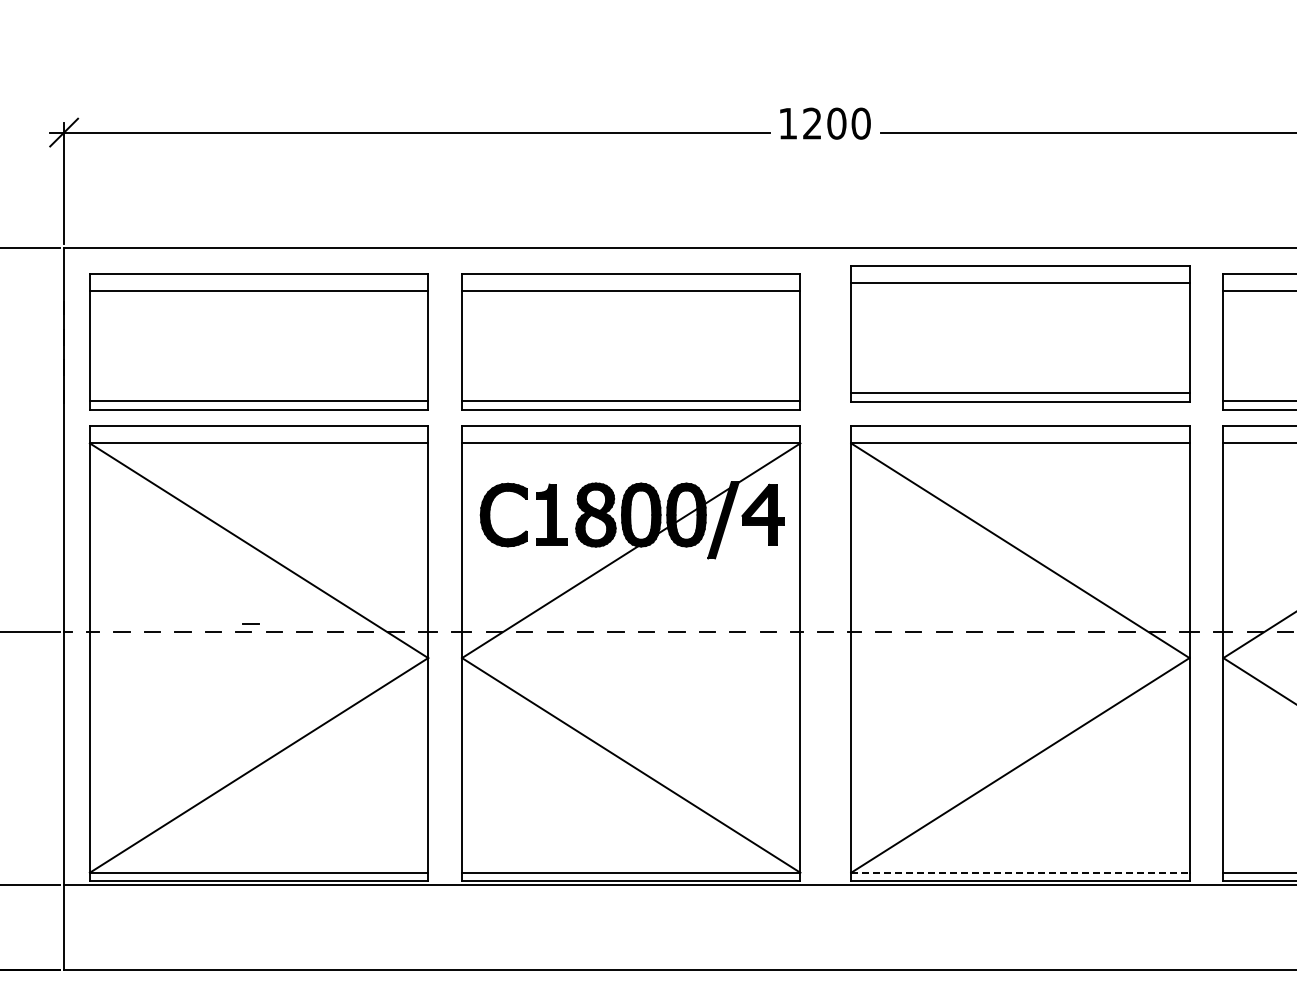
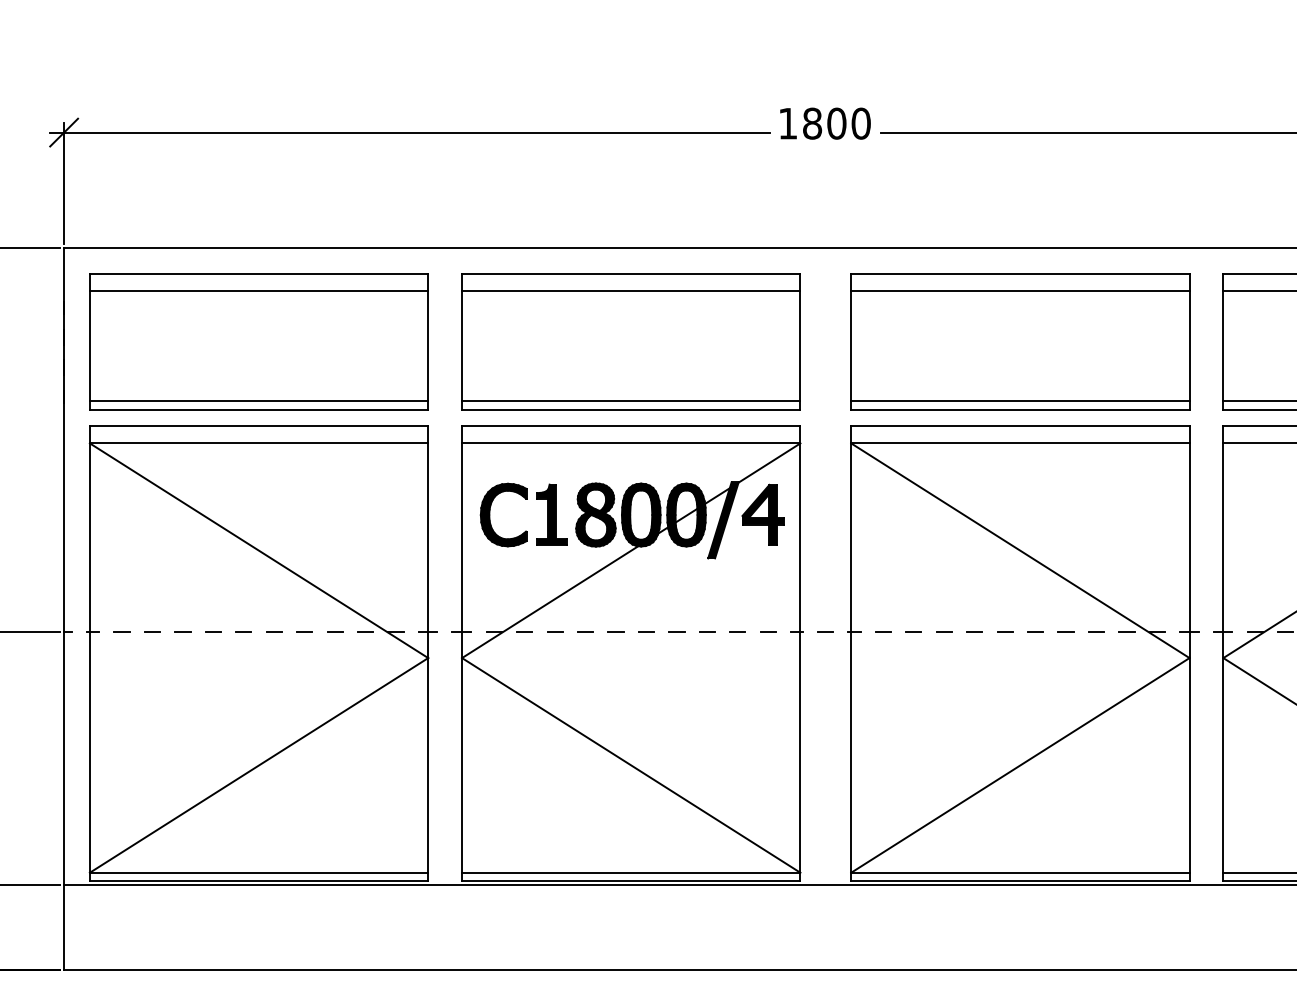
text at (812, 123): 1200 -> 1800
part at (1020, 333) position: (1020, 333) -> (1020, 341)
line at (250, 623): present -> none
line at (1020, 872): dashed -> solid
